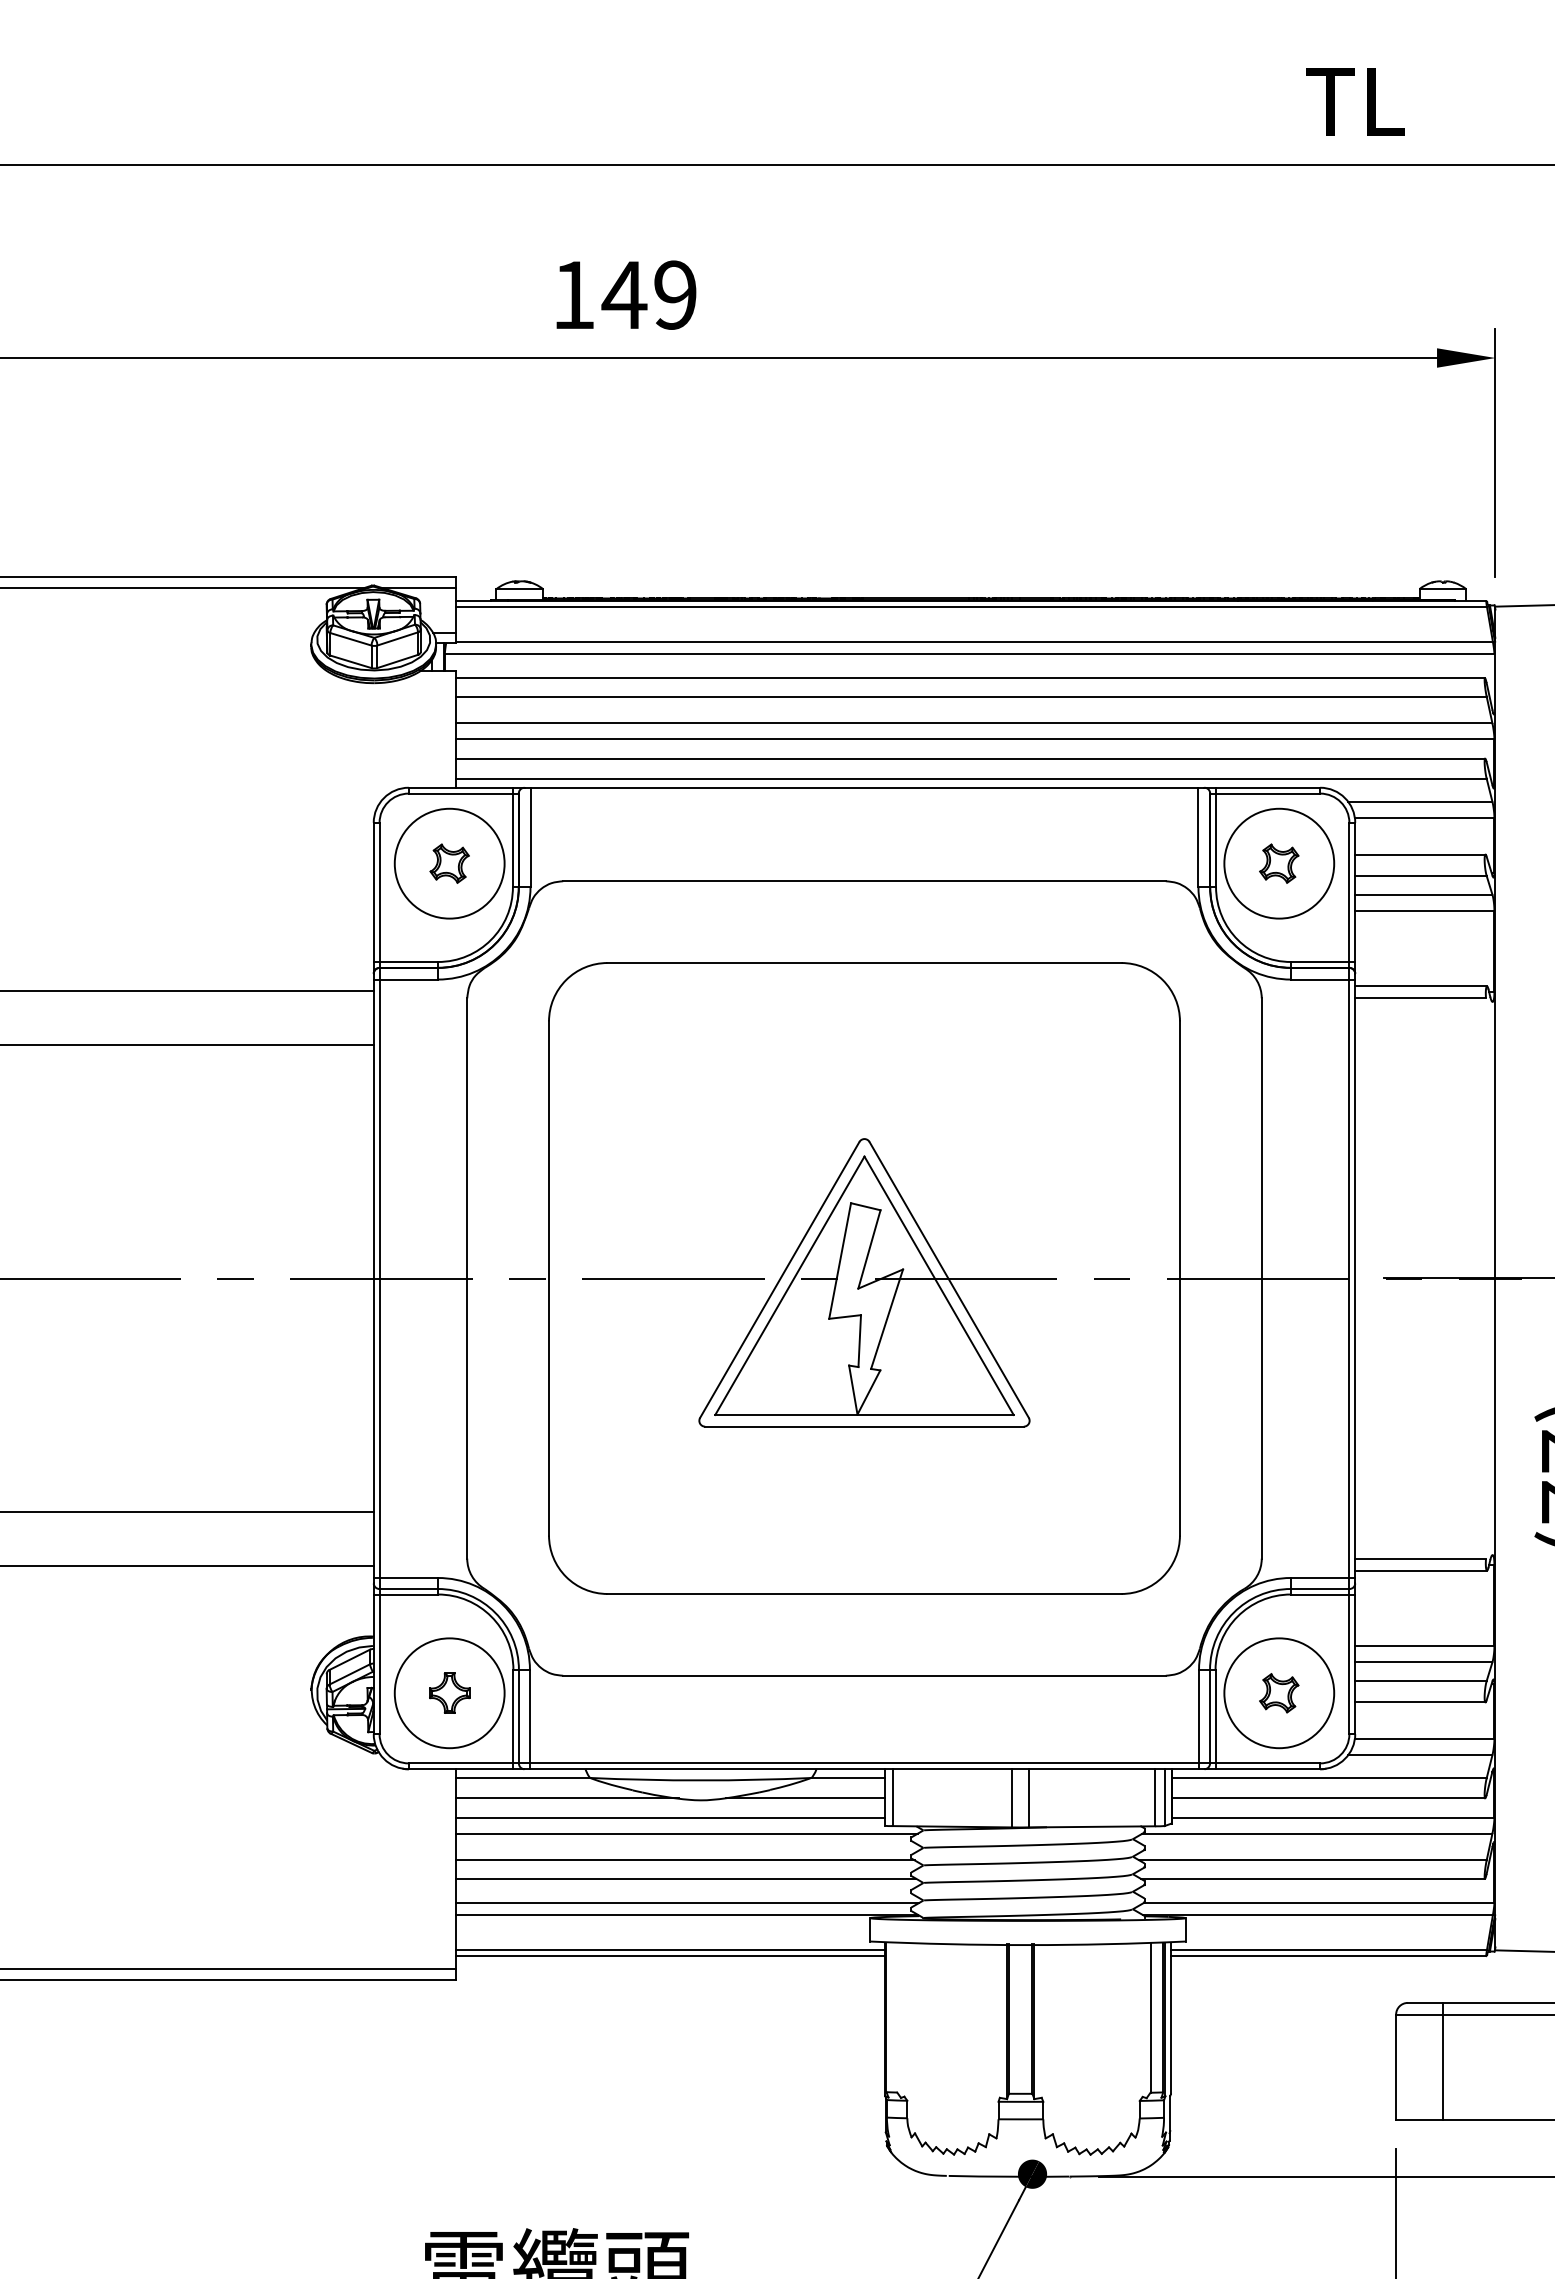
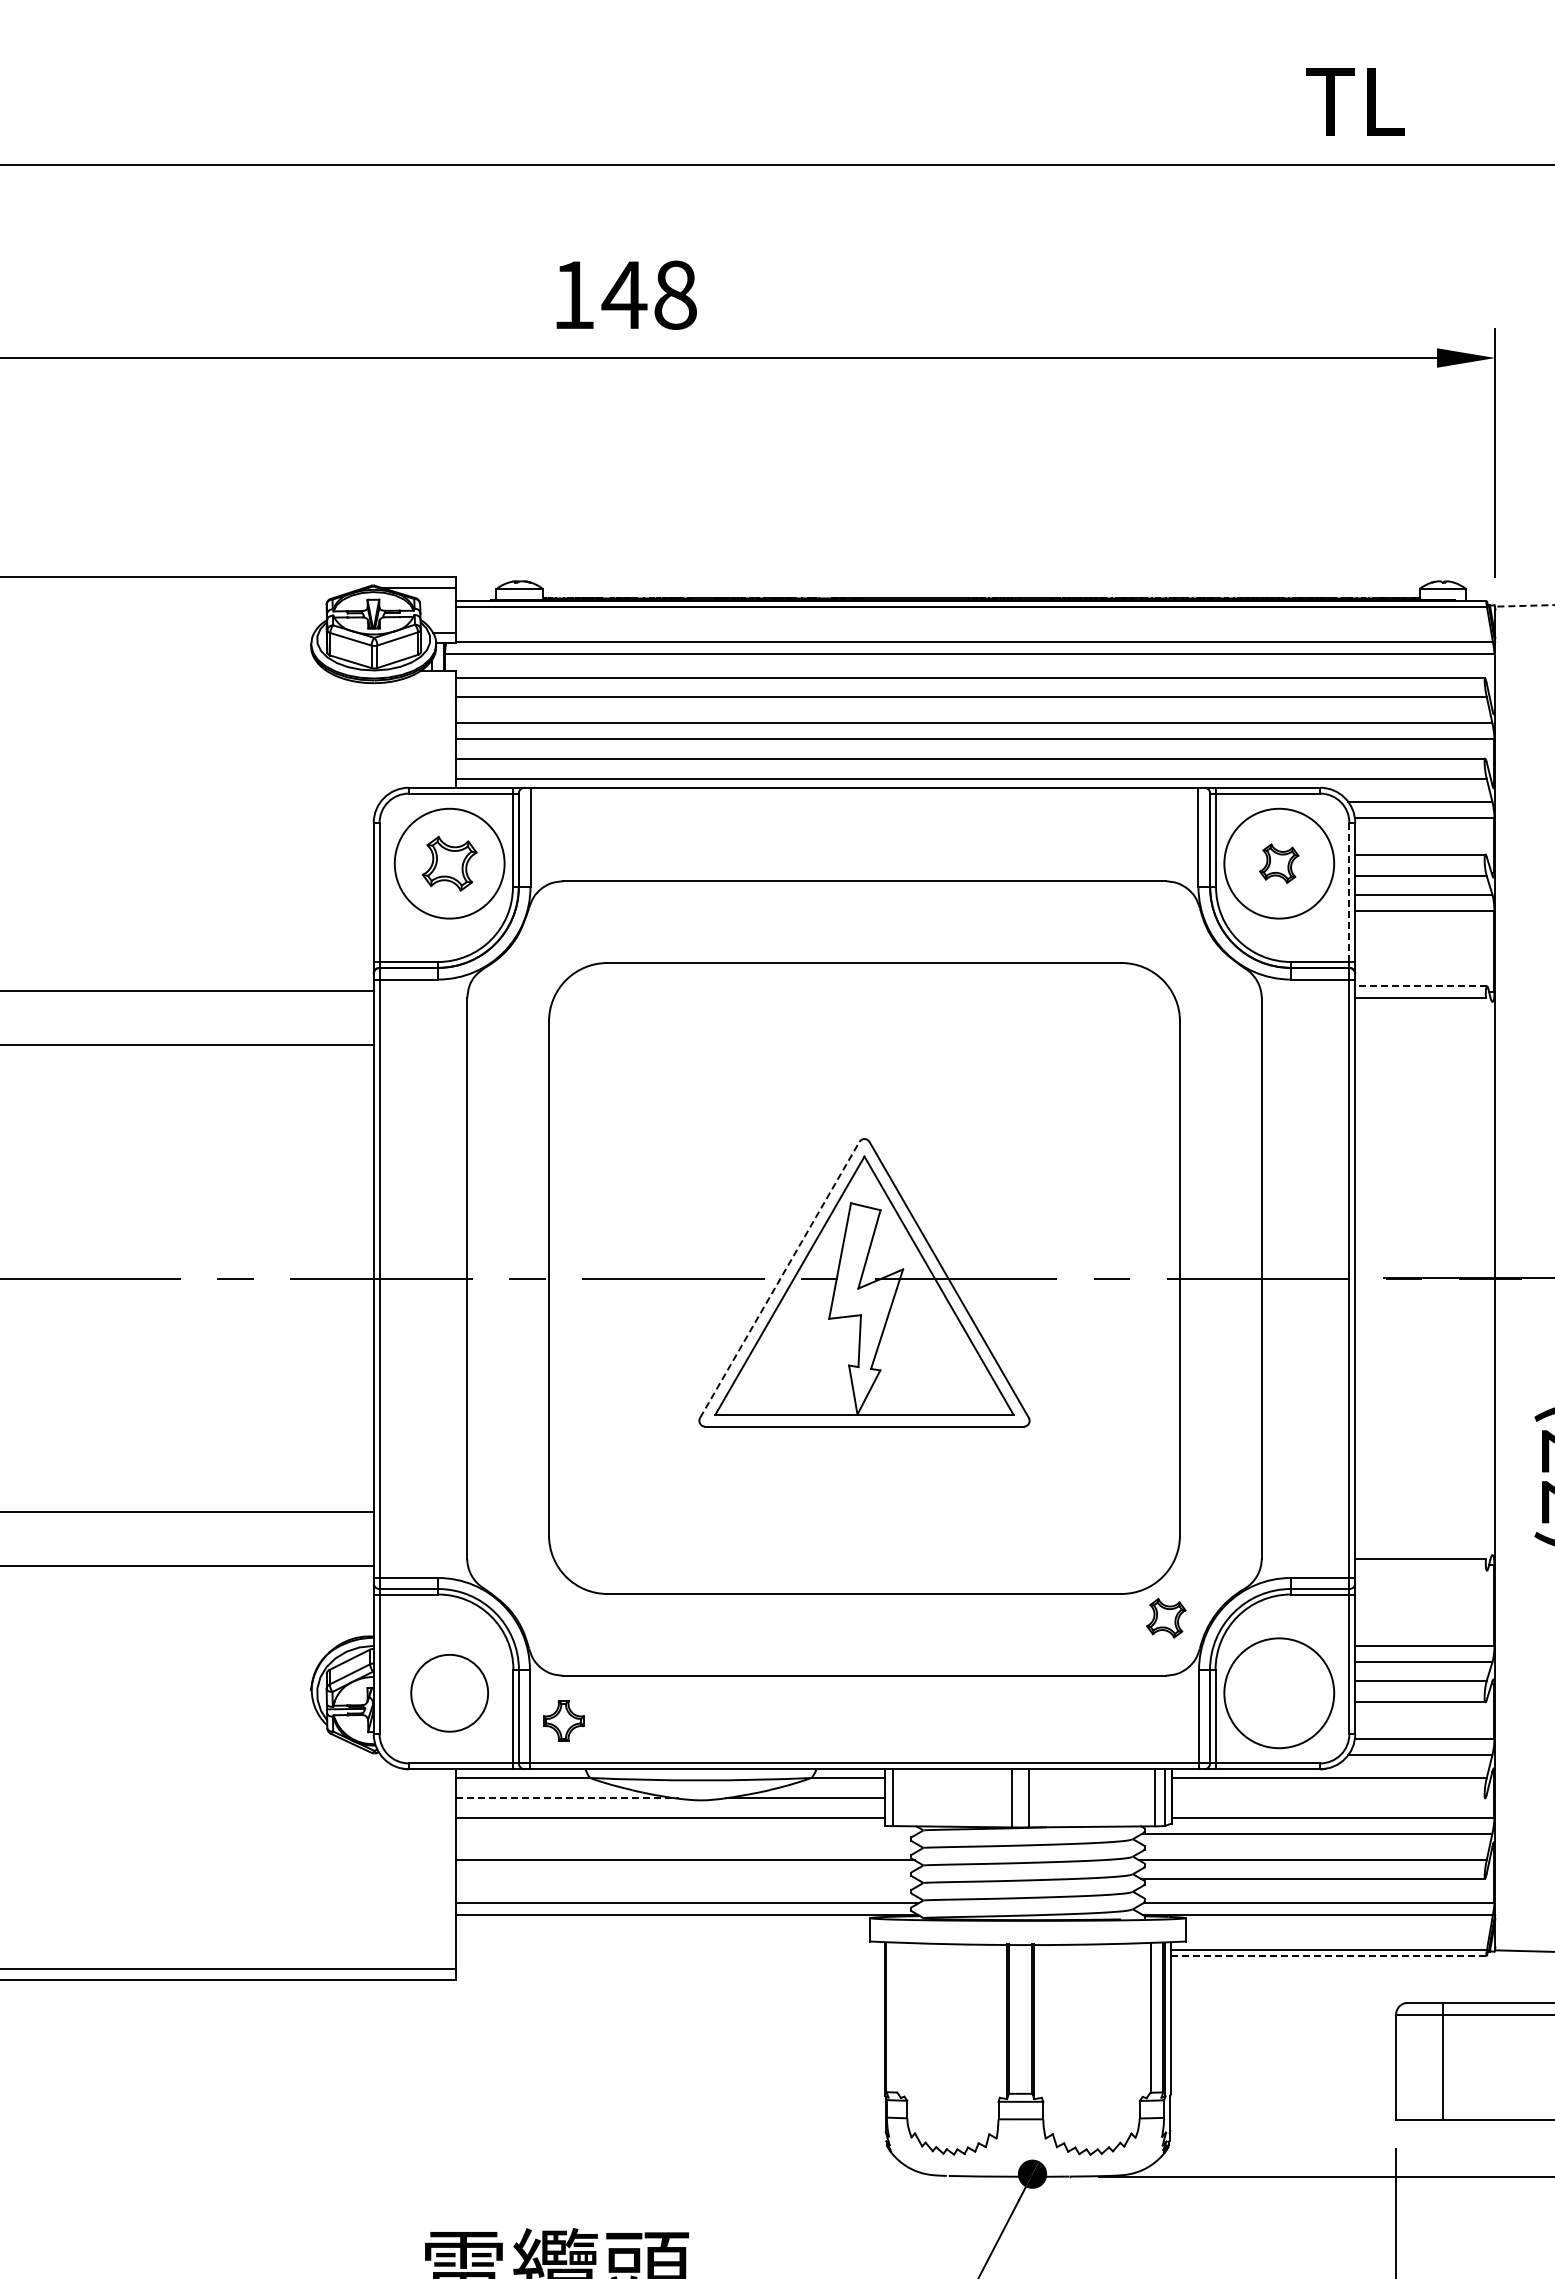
text at (675, 294): 149 -> 148
line at (182, 588): present -> none
line at (1524, 605): solid -> dashed
part at (449, 863) size: 41x41 px -> 57x57 px
line at (1349, 892): solid -> dashed
line at (1421, 986): solid -> dashed
line at (780, 1279): solid -> dashed
line at (1421, 1570): present -> none
part at (449, 1692) position: (449, 1692) -> (563, 1720)
circle at (449, 1693) diameter: 110 px -> 77 px
part at (1279, 1693) position: (1279, 1693) -> (1166, 1618)
line at (567, 1798): solid -> dashed
line at (1328, 1798): present -> none
line at (686, 1833): present -> none
line at (685, 1878): present -> none
line at (670, 1949): present -> none
line at (670, 1956): present -> none
line at (1328, 1956): solid -> dashed
